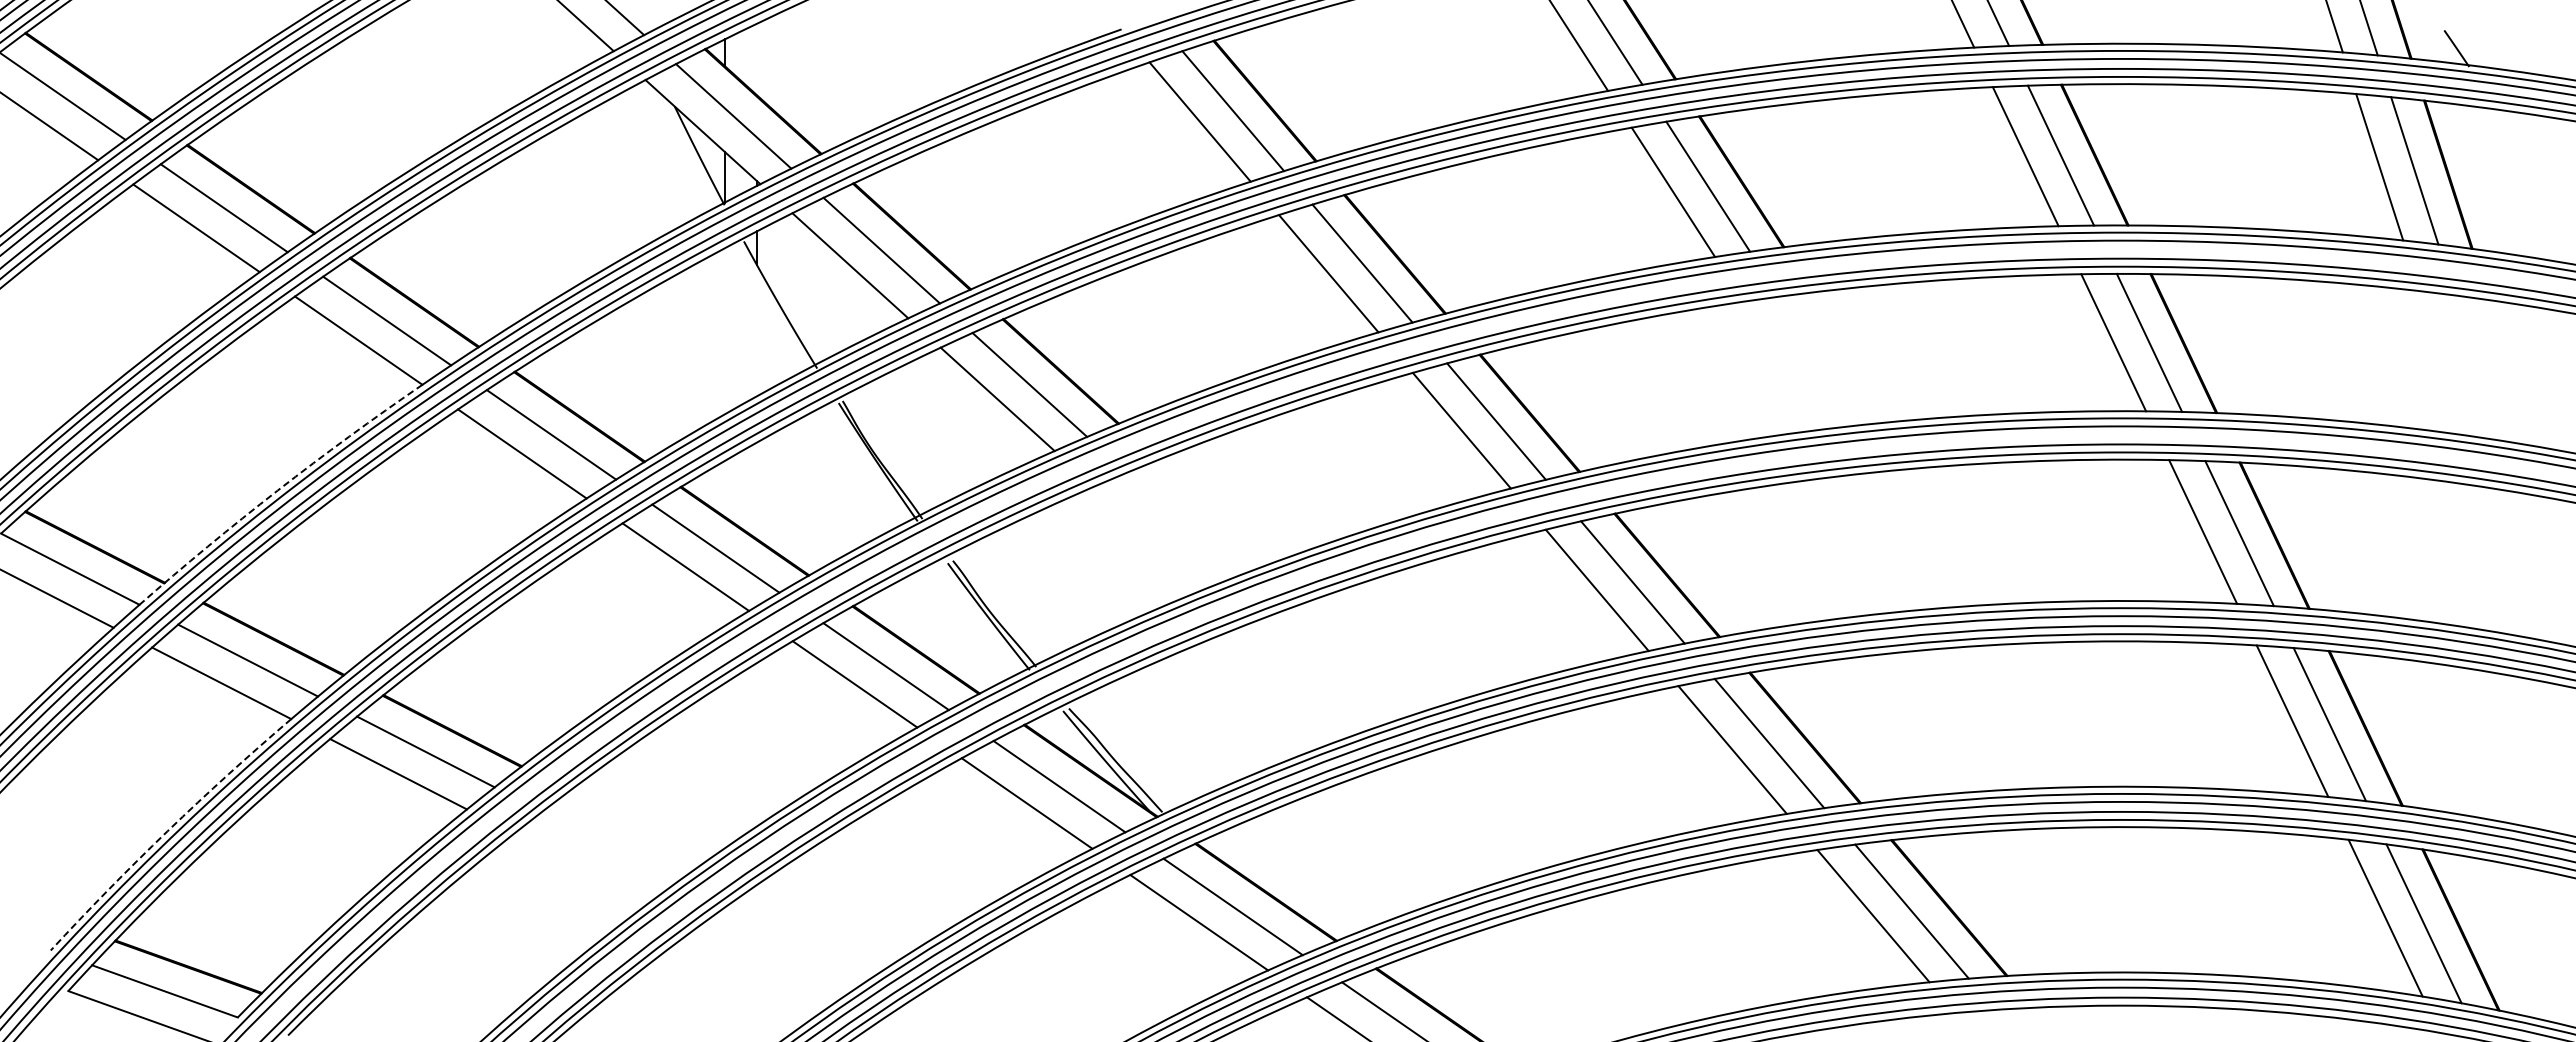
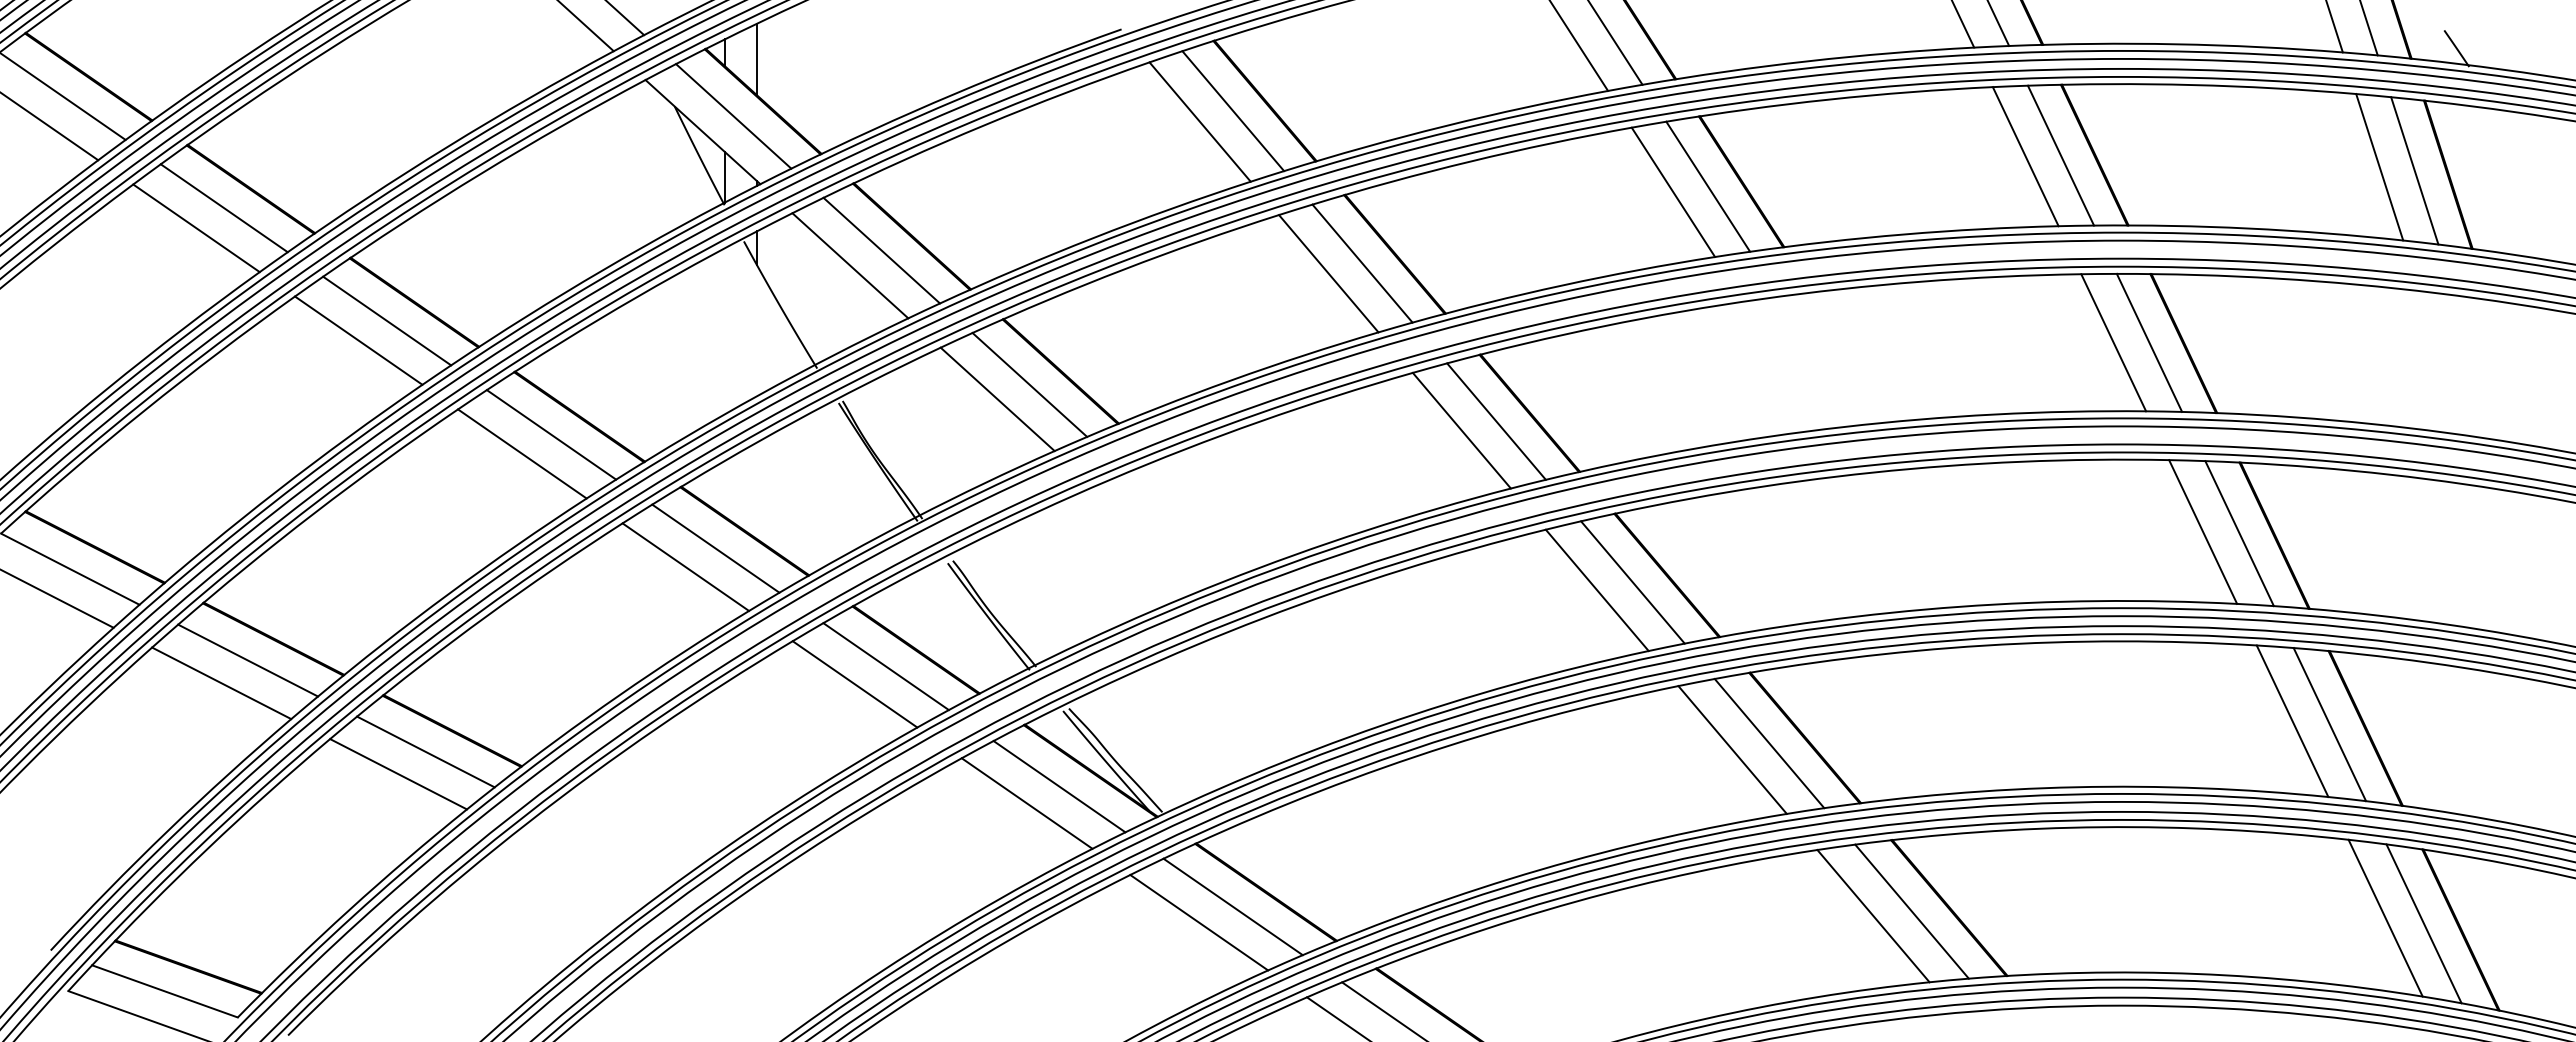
line at (756, 59): none -> present
arc at (277, 490): dashed -> solid
arc at (167, 831): dashed -> solid
